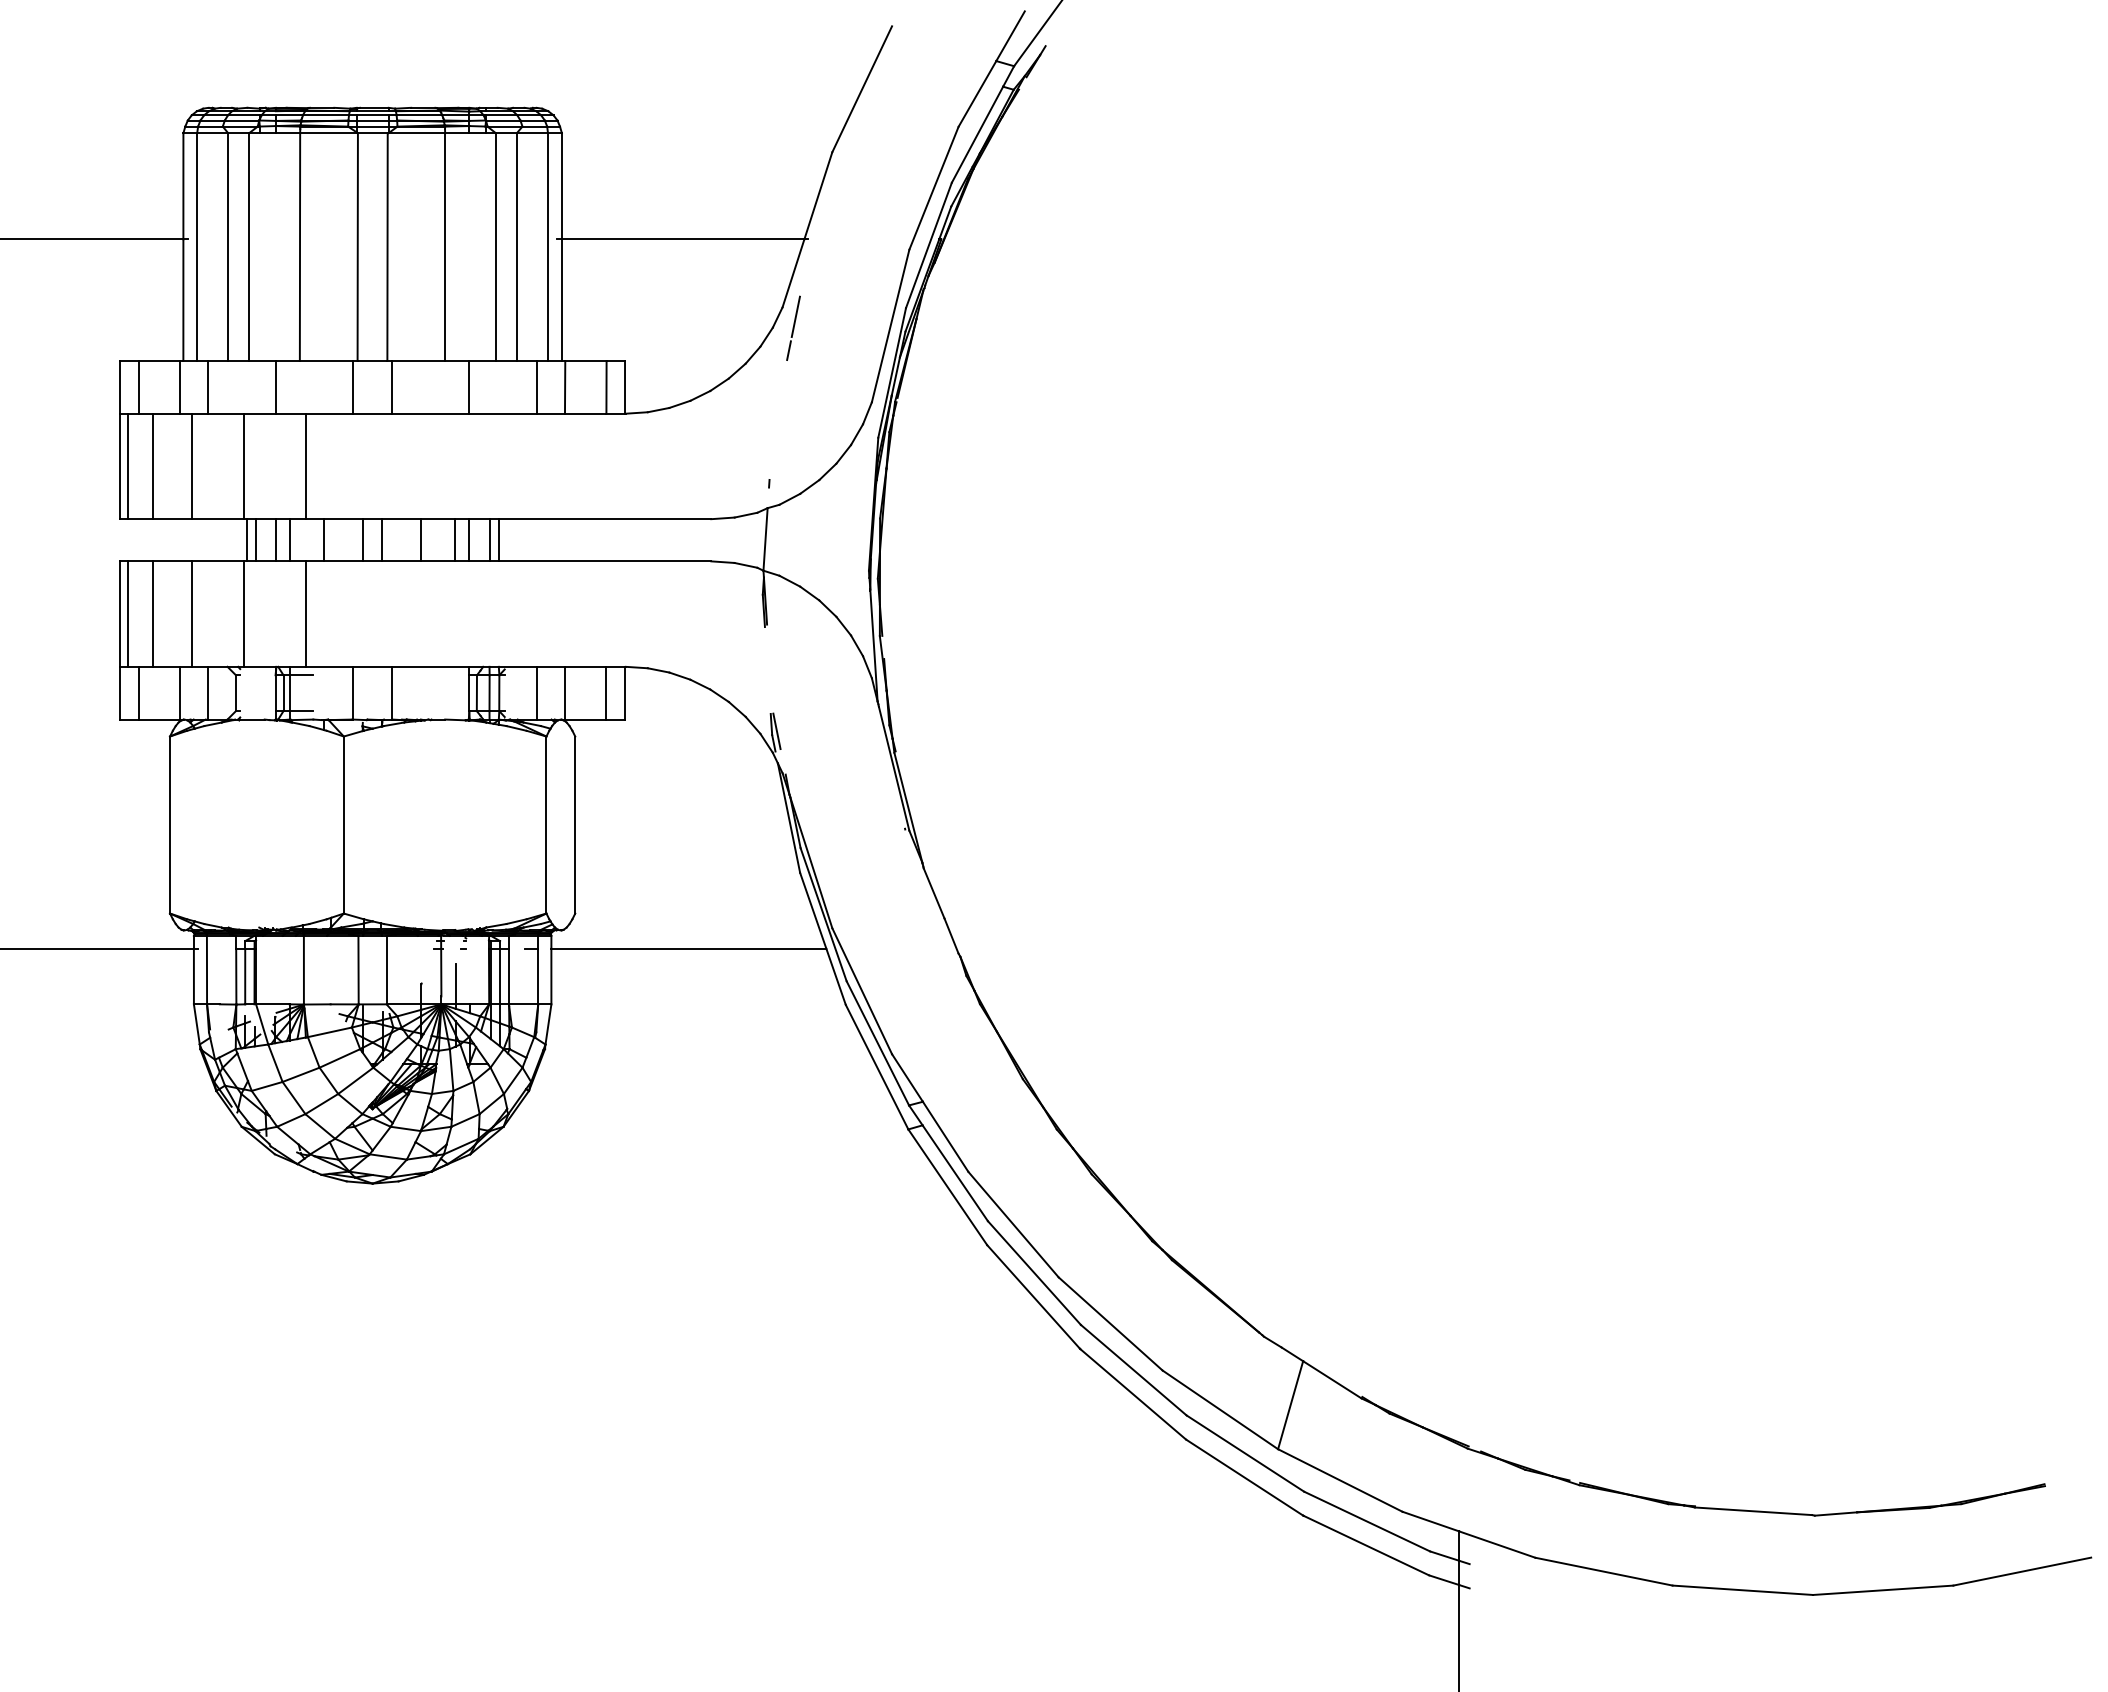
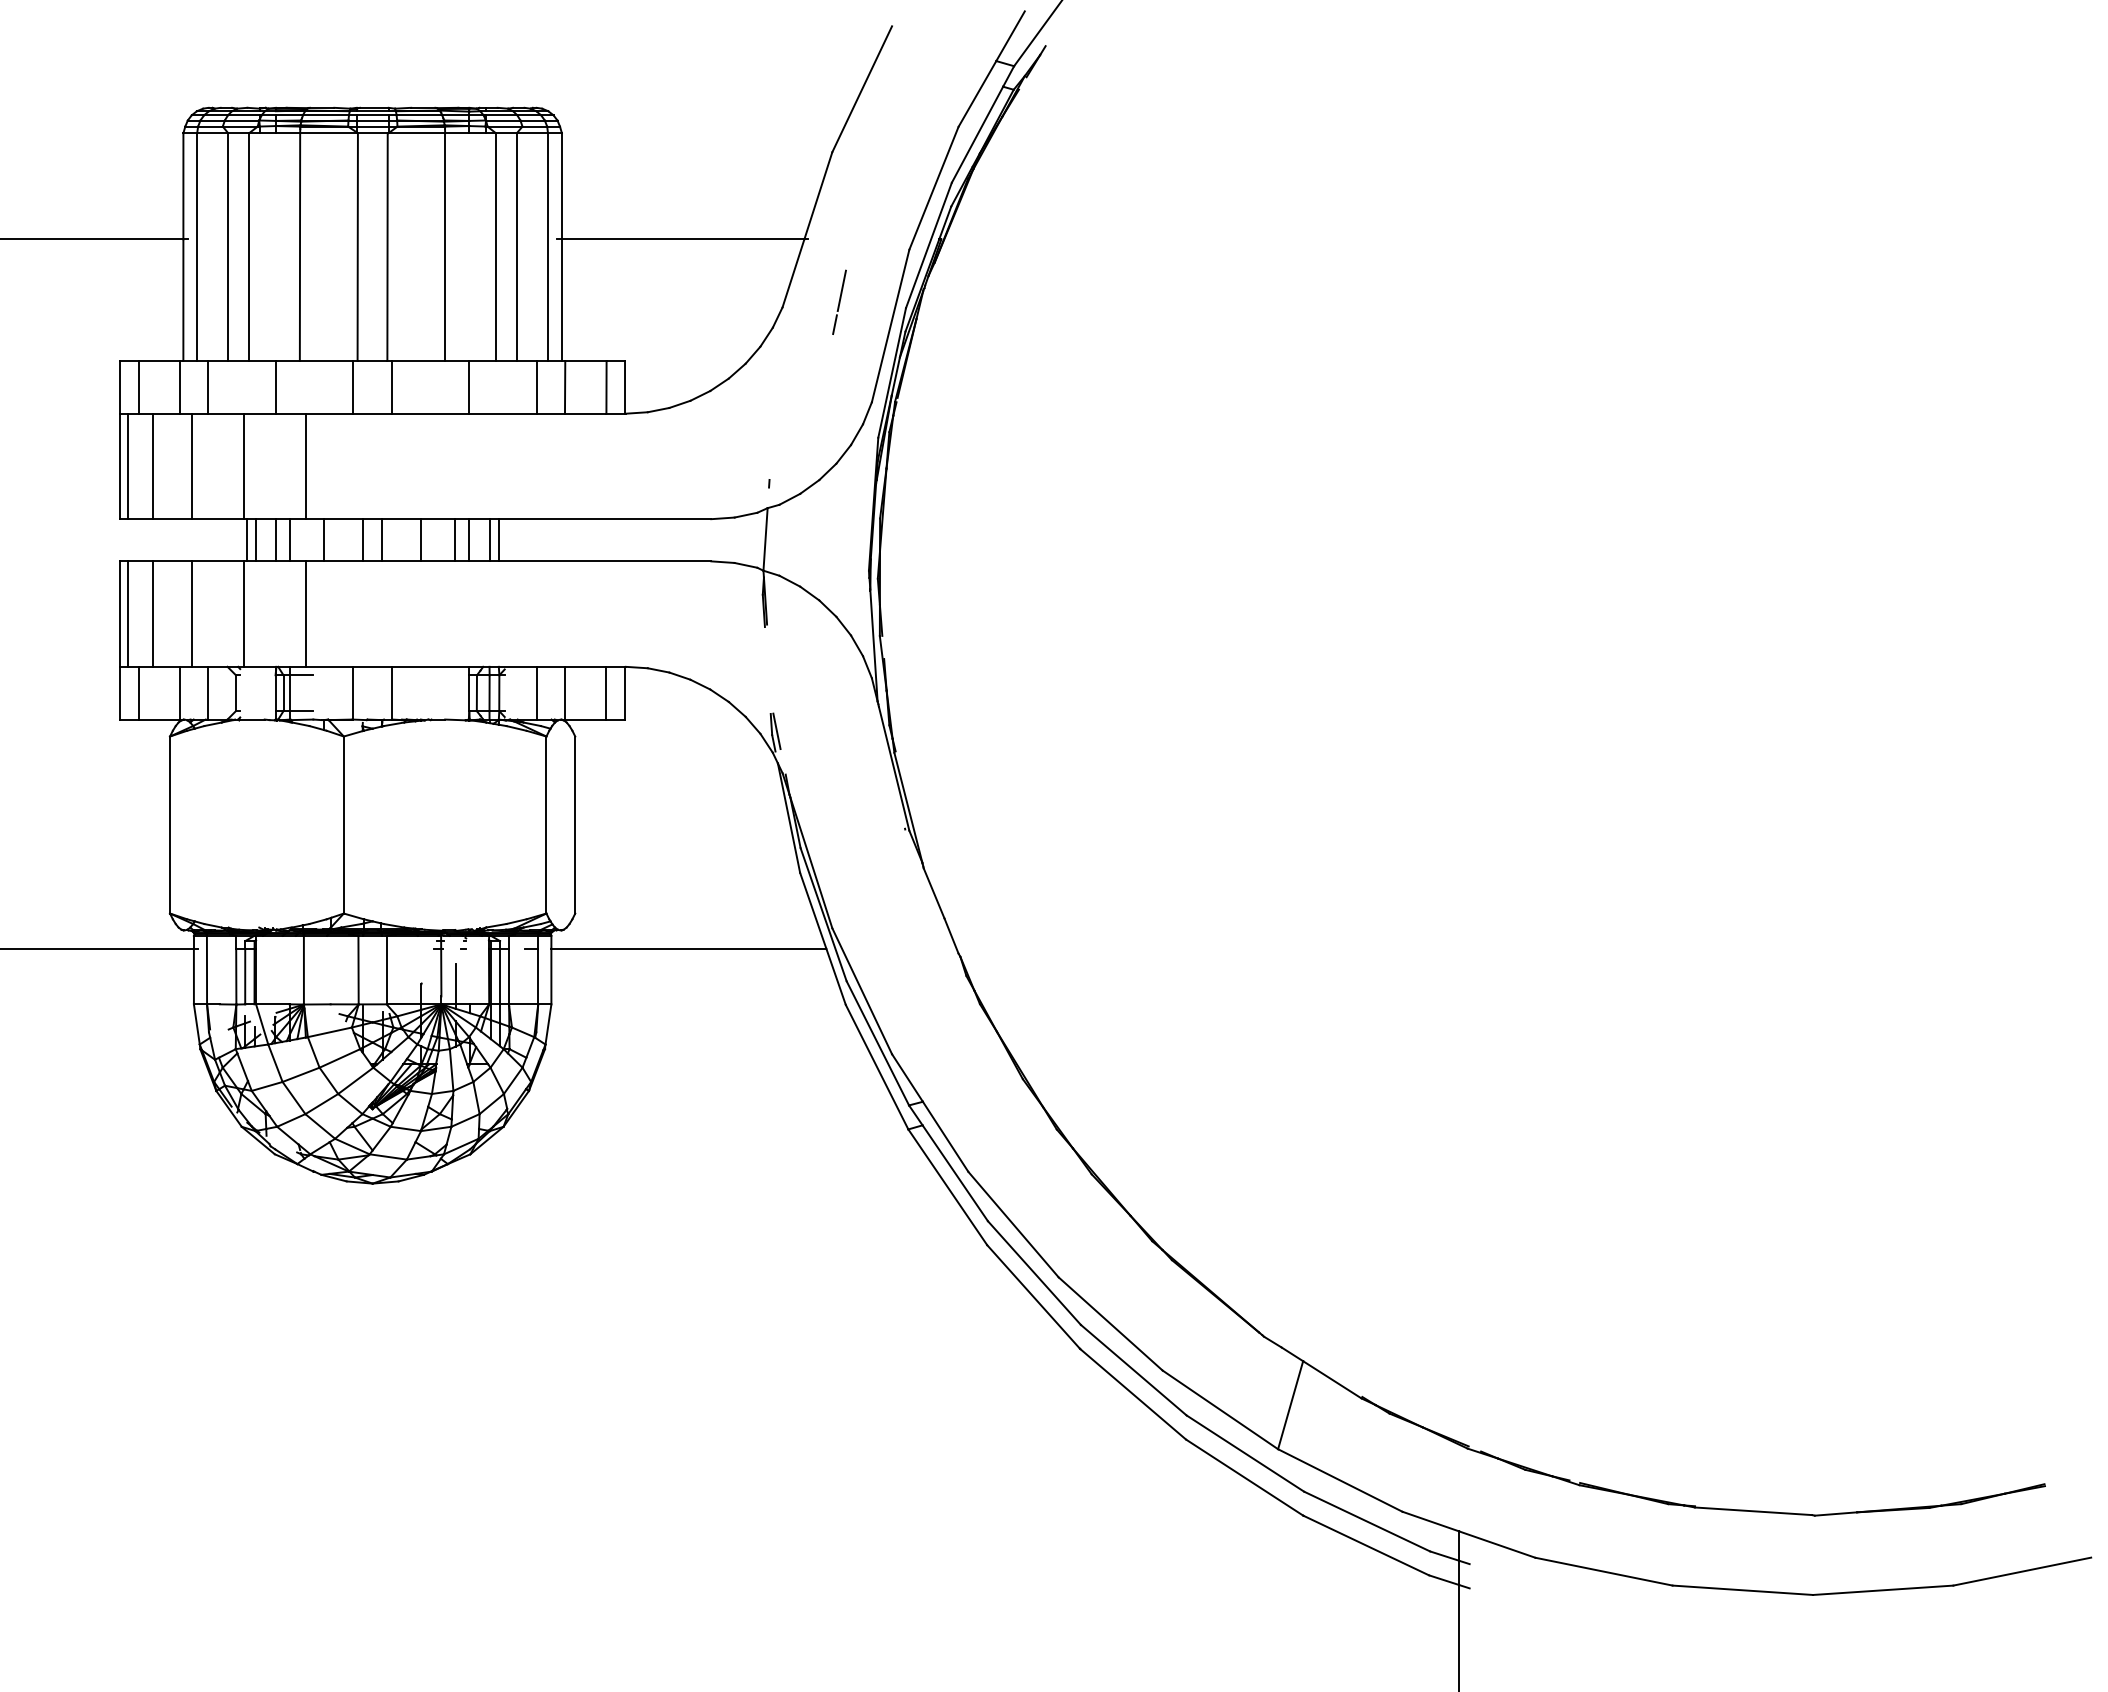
line at (793, 327) position: (793, 327) -> (839, 301)
